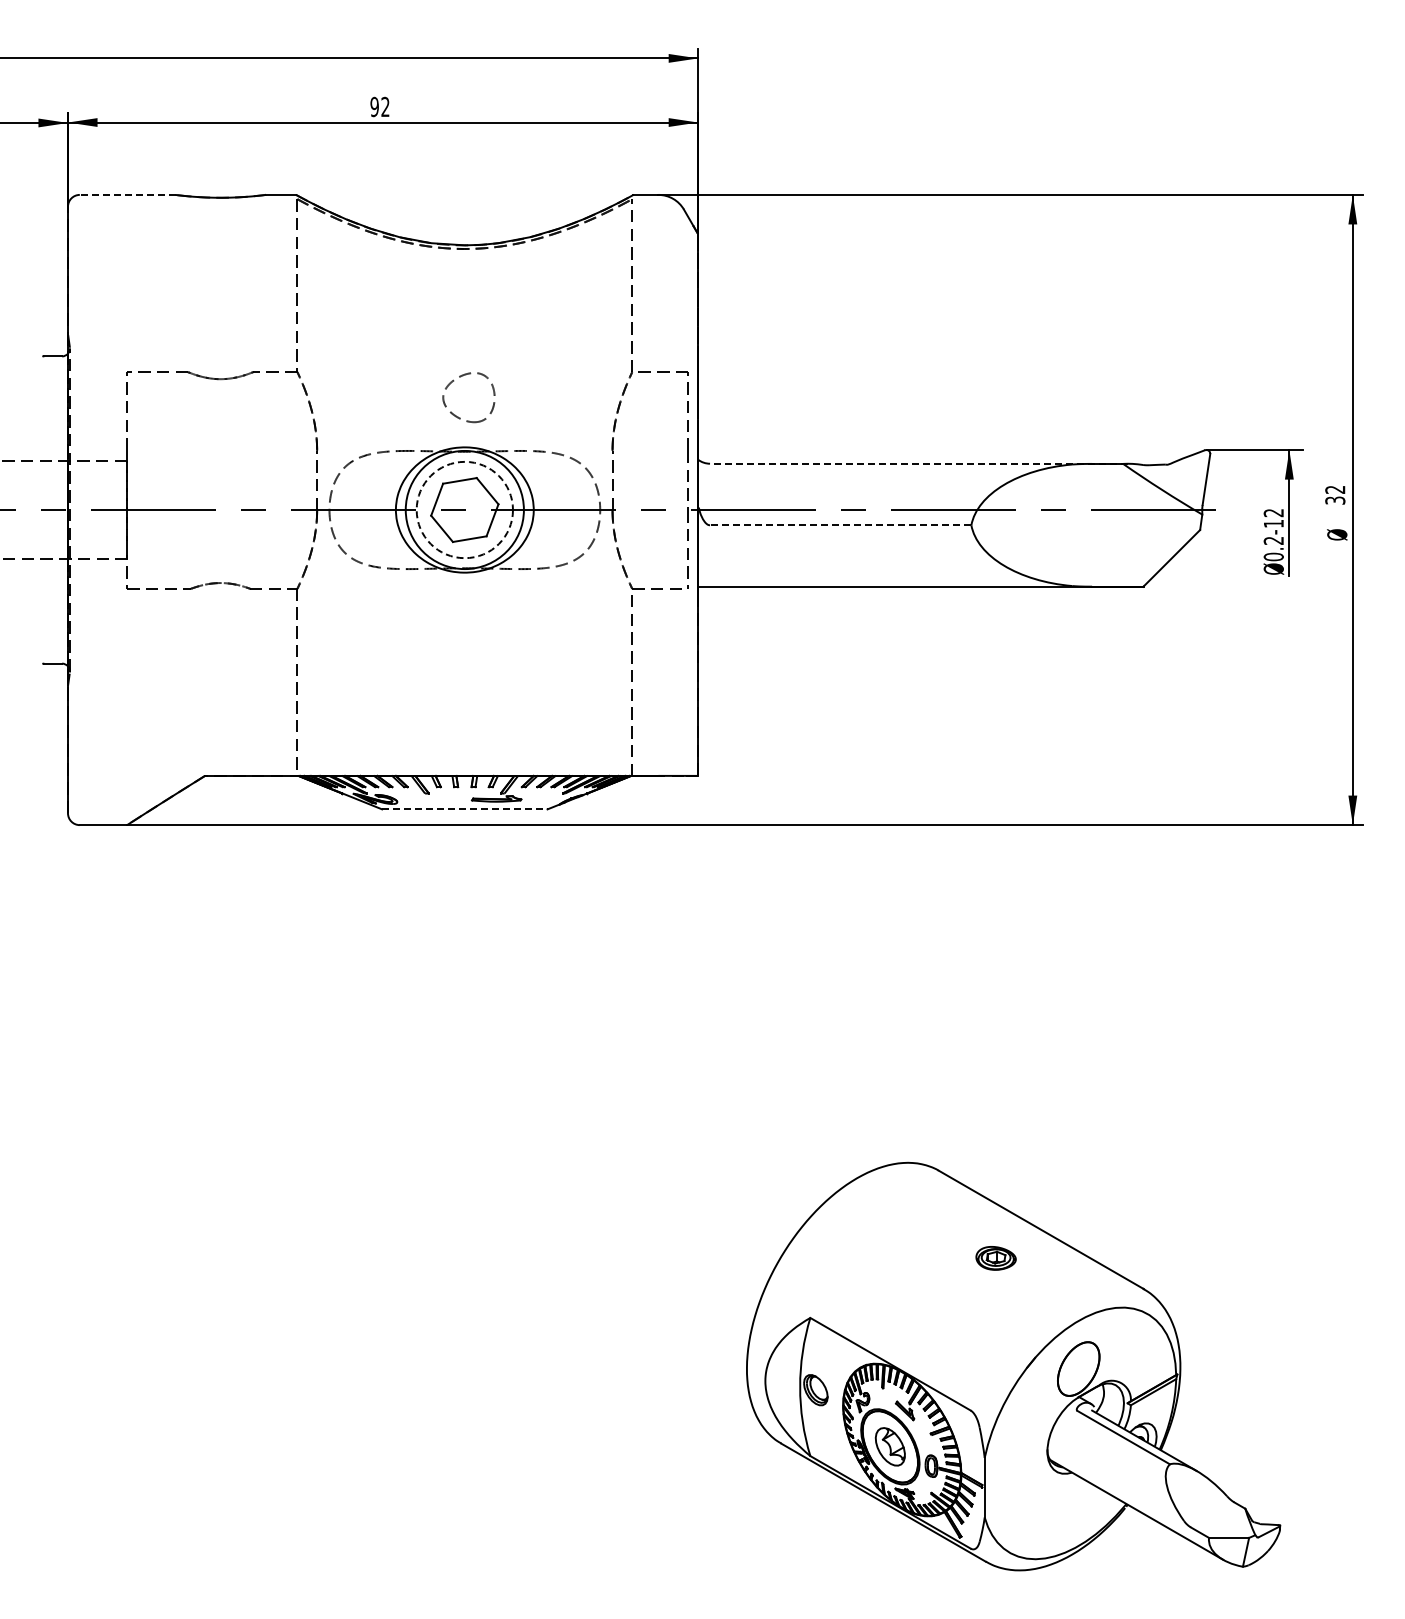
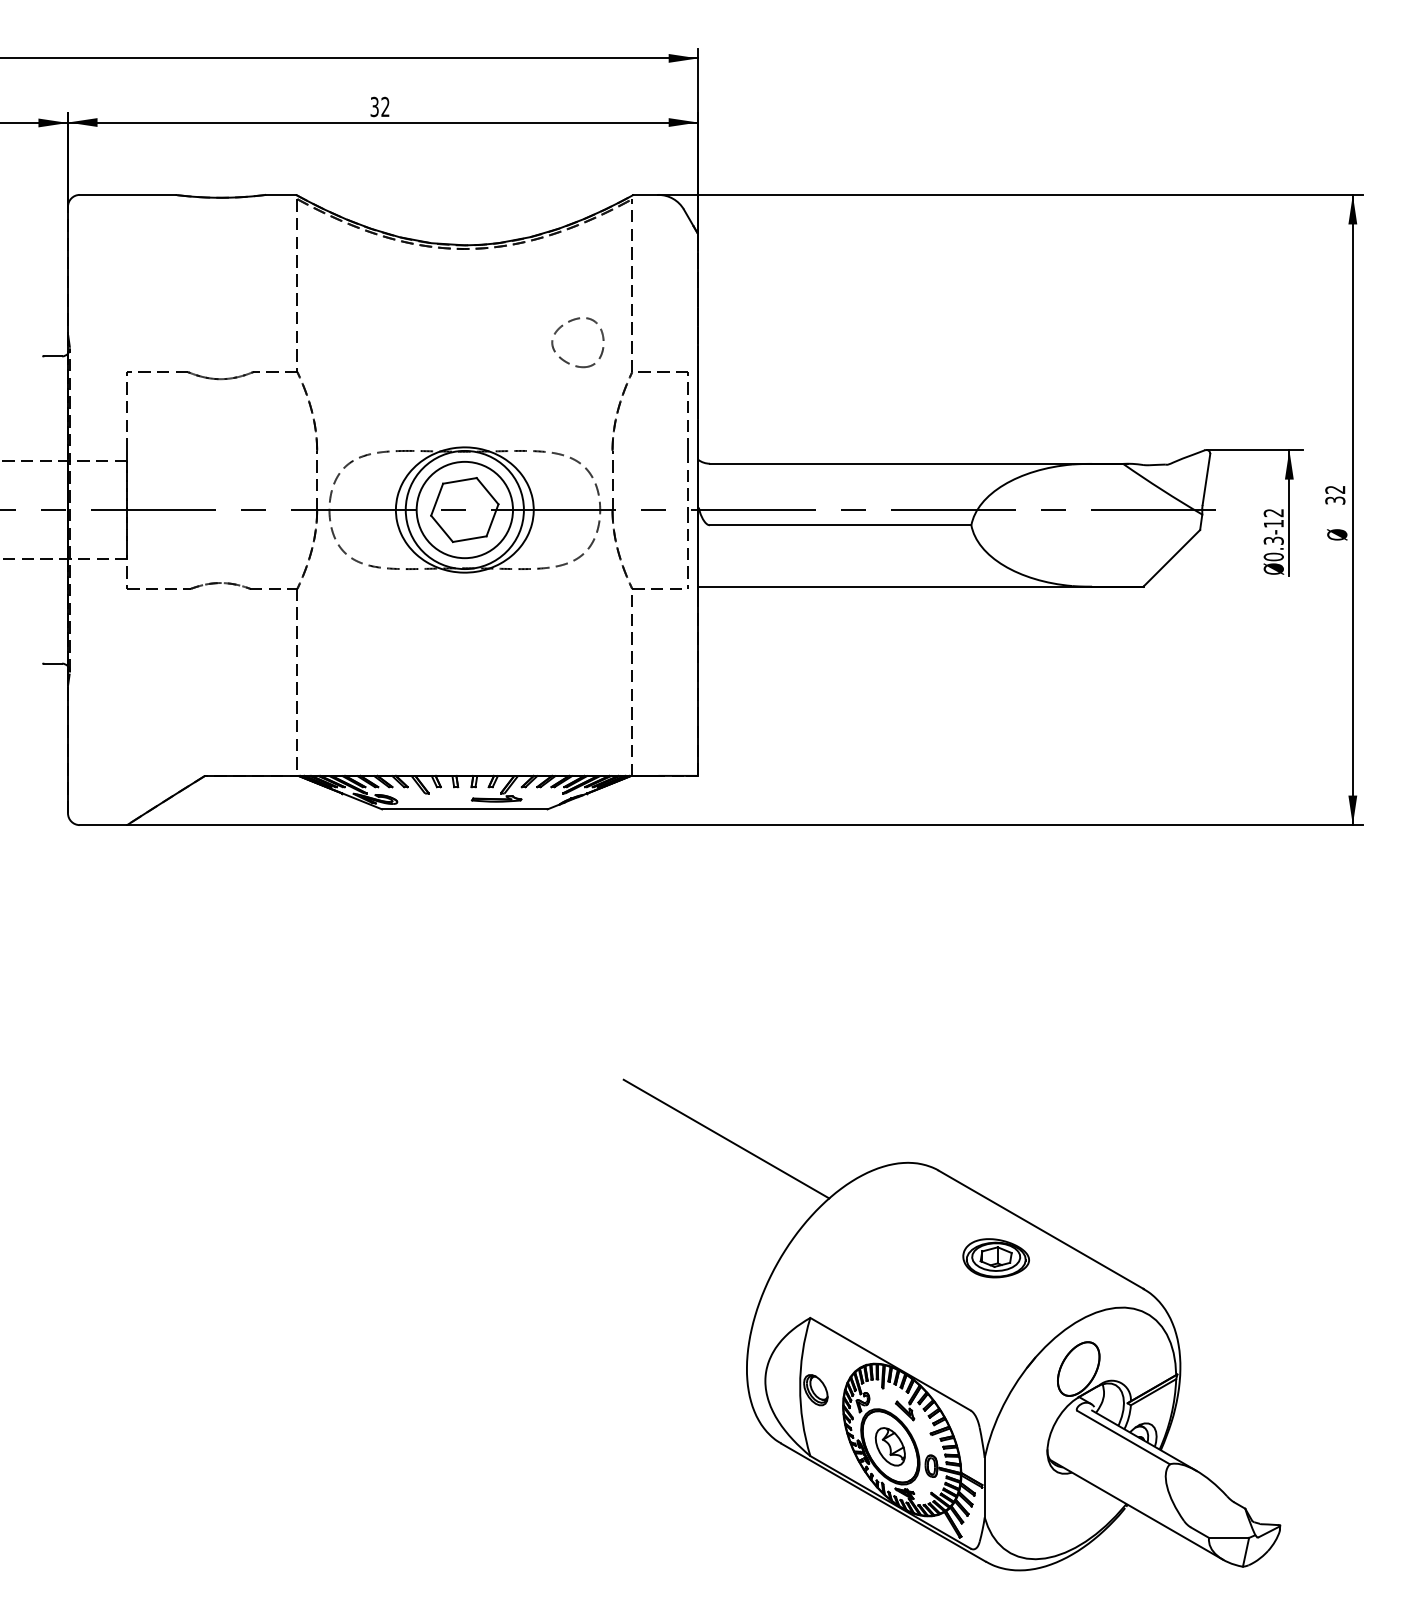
text at (374, 106): 92 -> 32
line at (127, 194): dashed -> solid
part at (454, 381) position: (454, 381) -> (563, 326)
line at (918, 463): dashed -> solid
circle at (464, 509): dashed -> solid
line at (840, 525): dashed -> solid
text at (1273, 540): Ø0.2-12 -> Ø0.3-12
line at (464, 809): dashed -> solid
line at (726, 1138): none -> present
part at (995, 1258) size: 42x25 px -> 68x41 px
